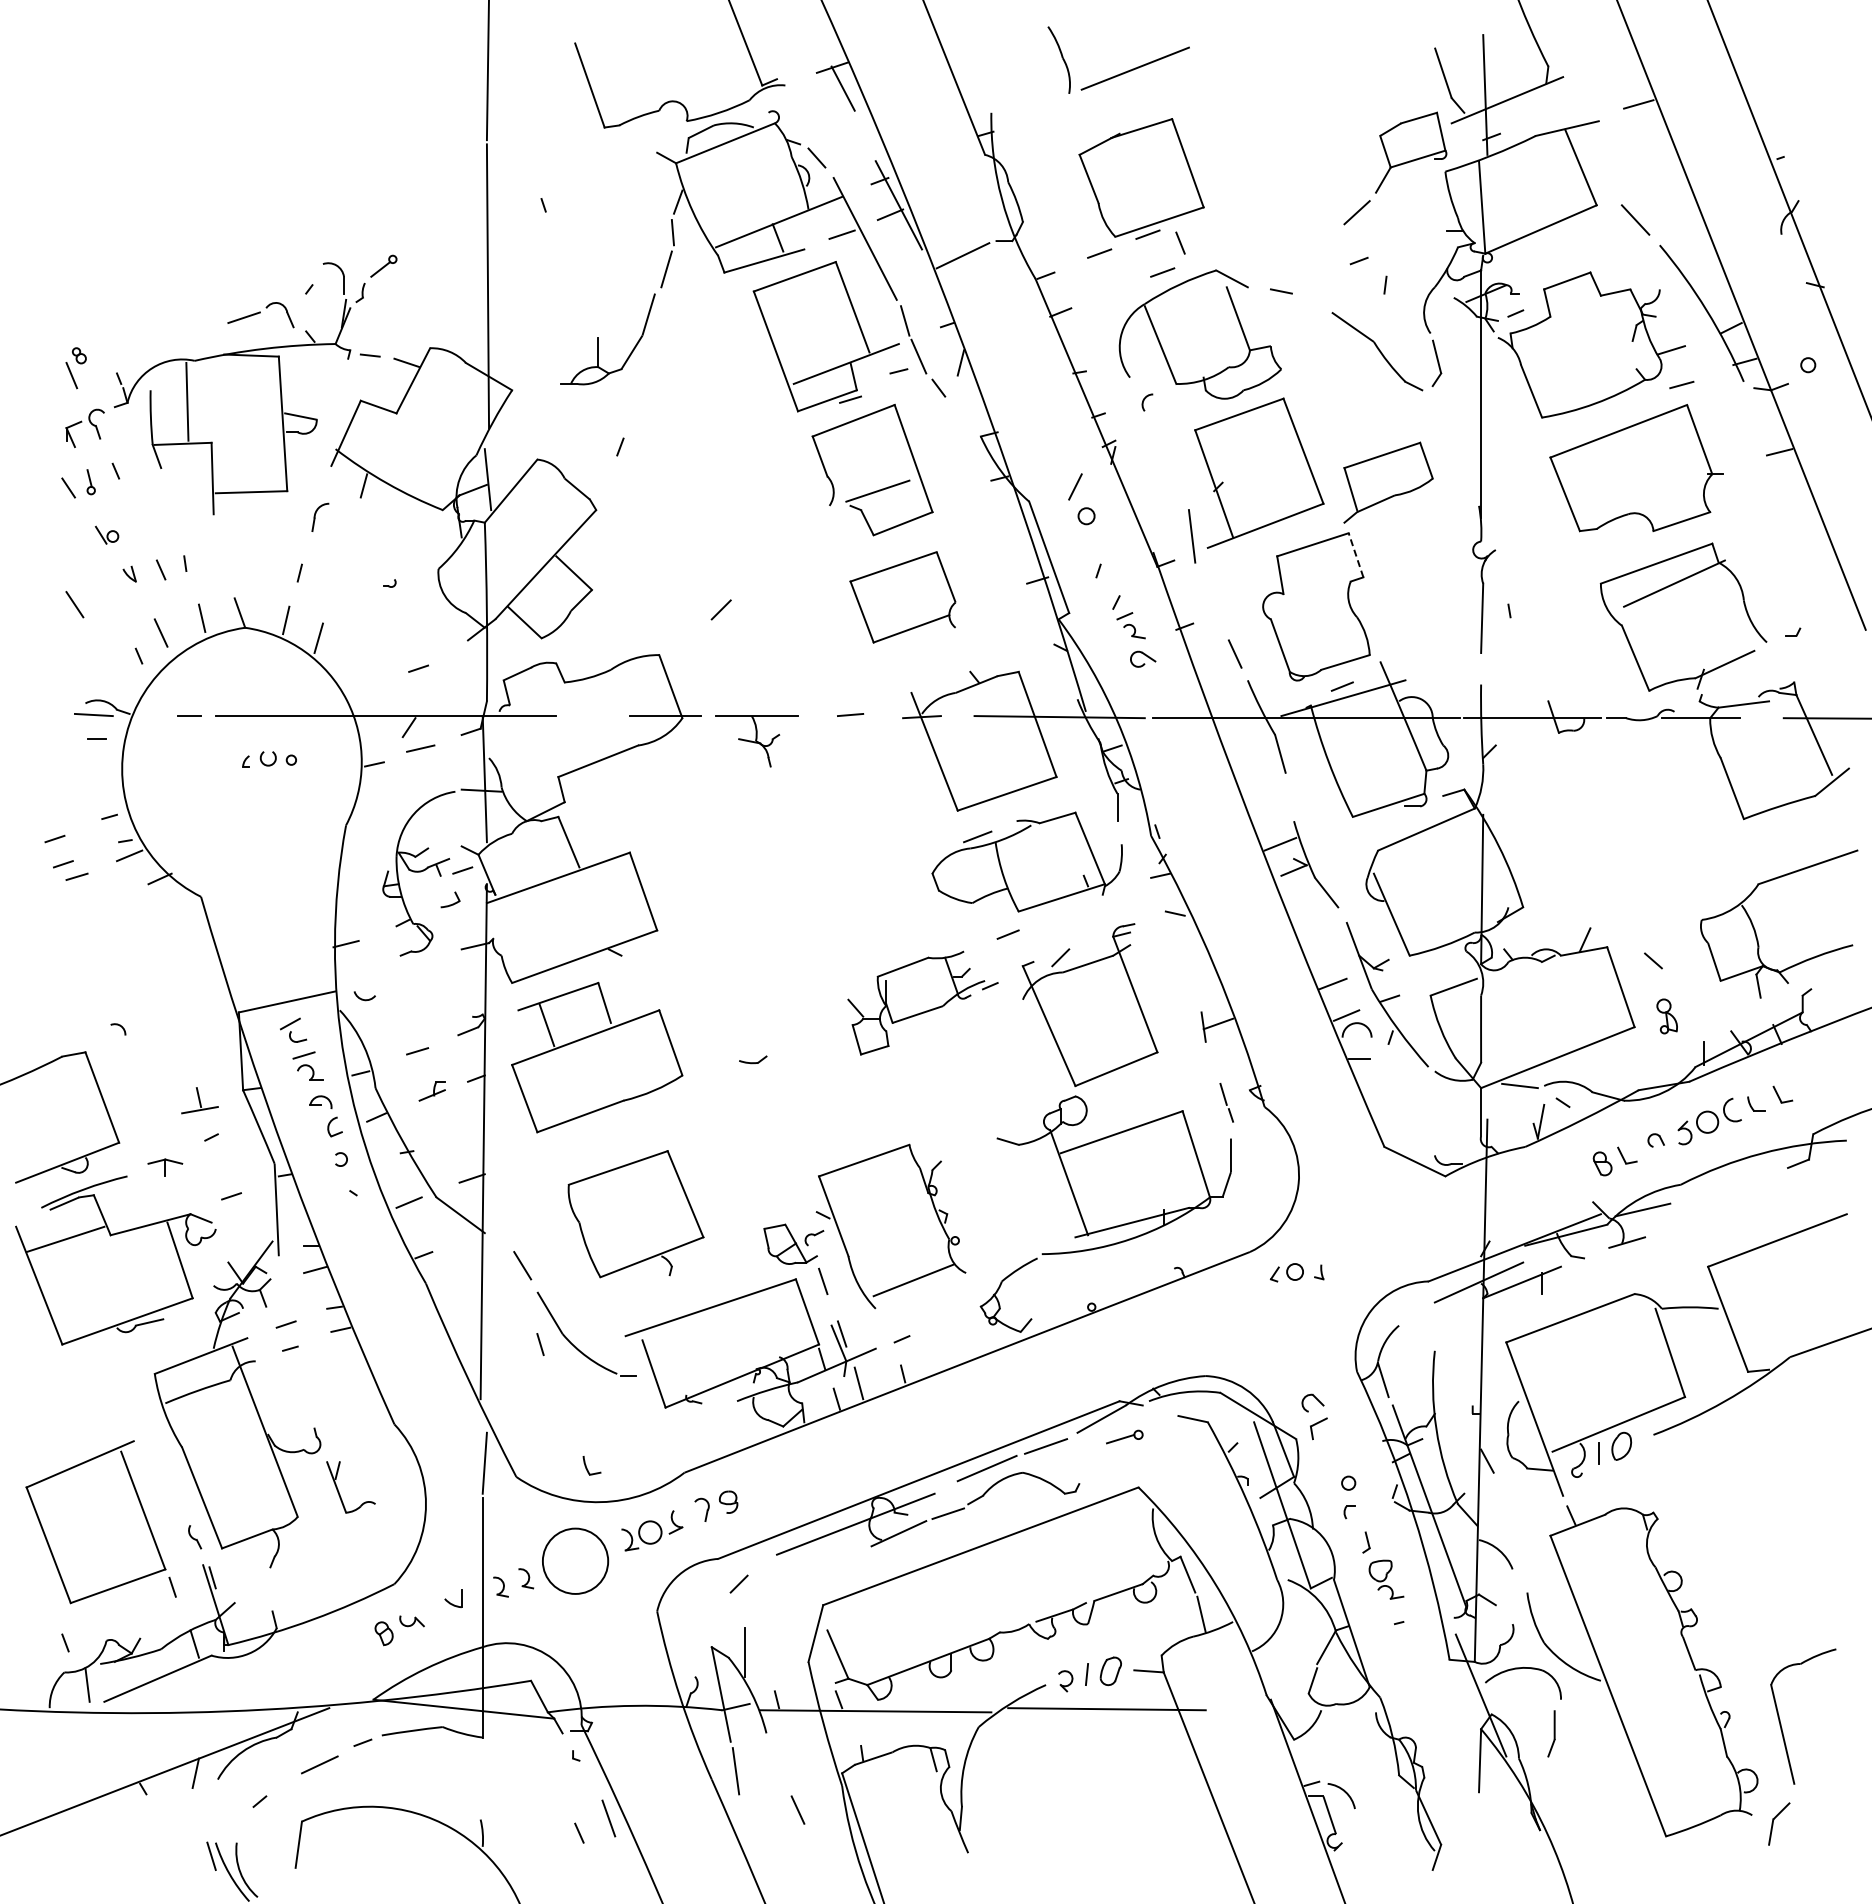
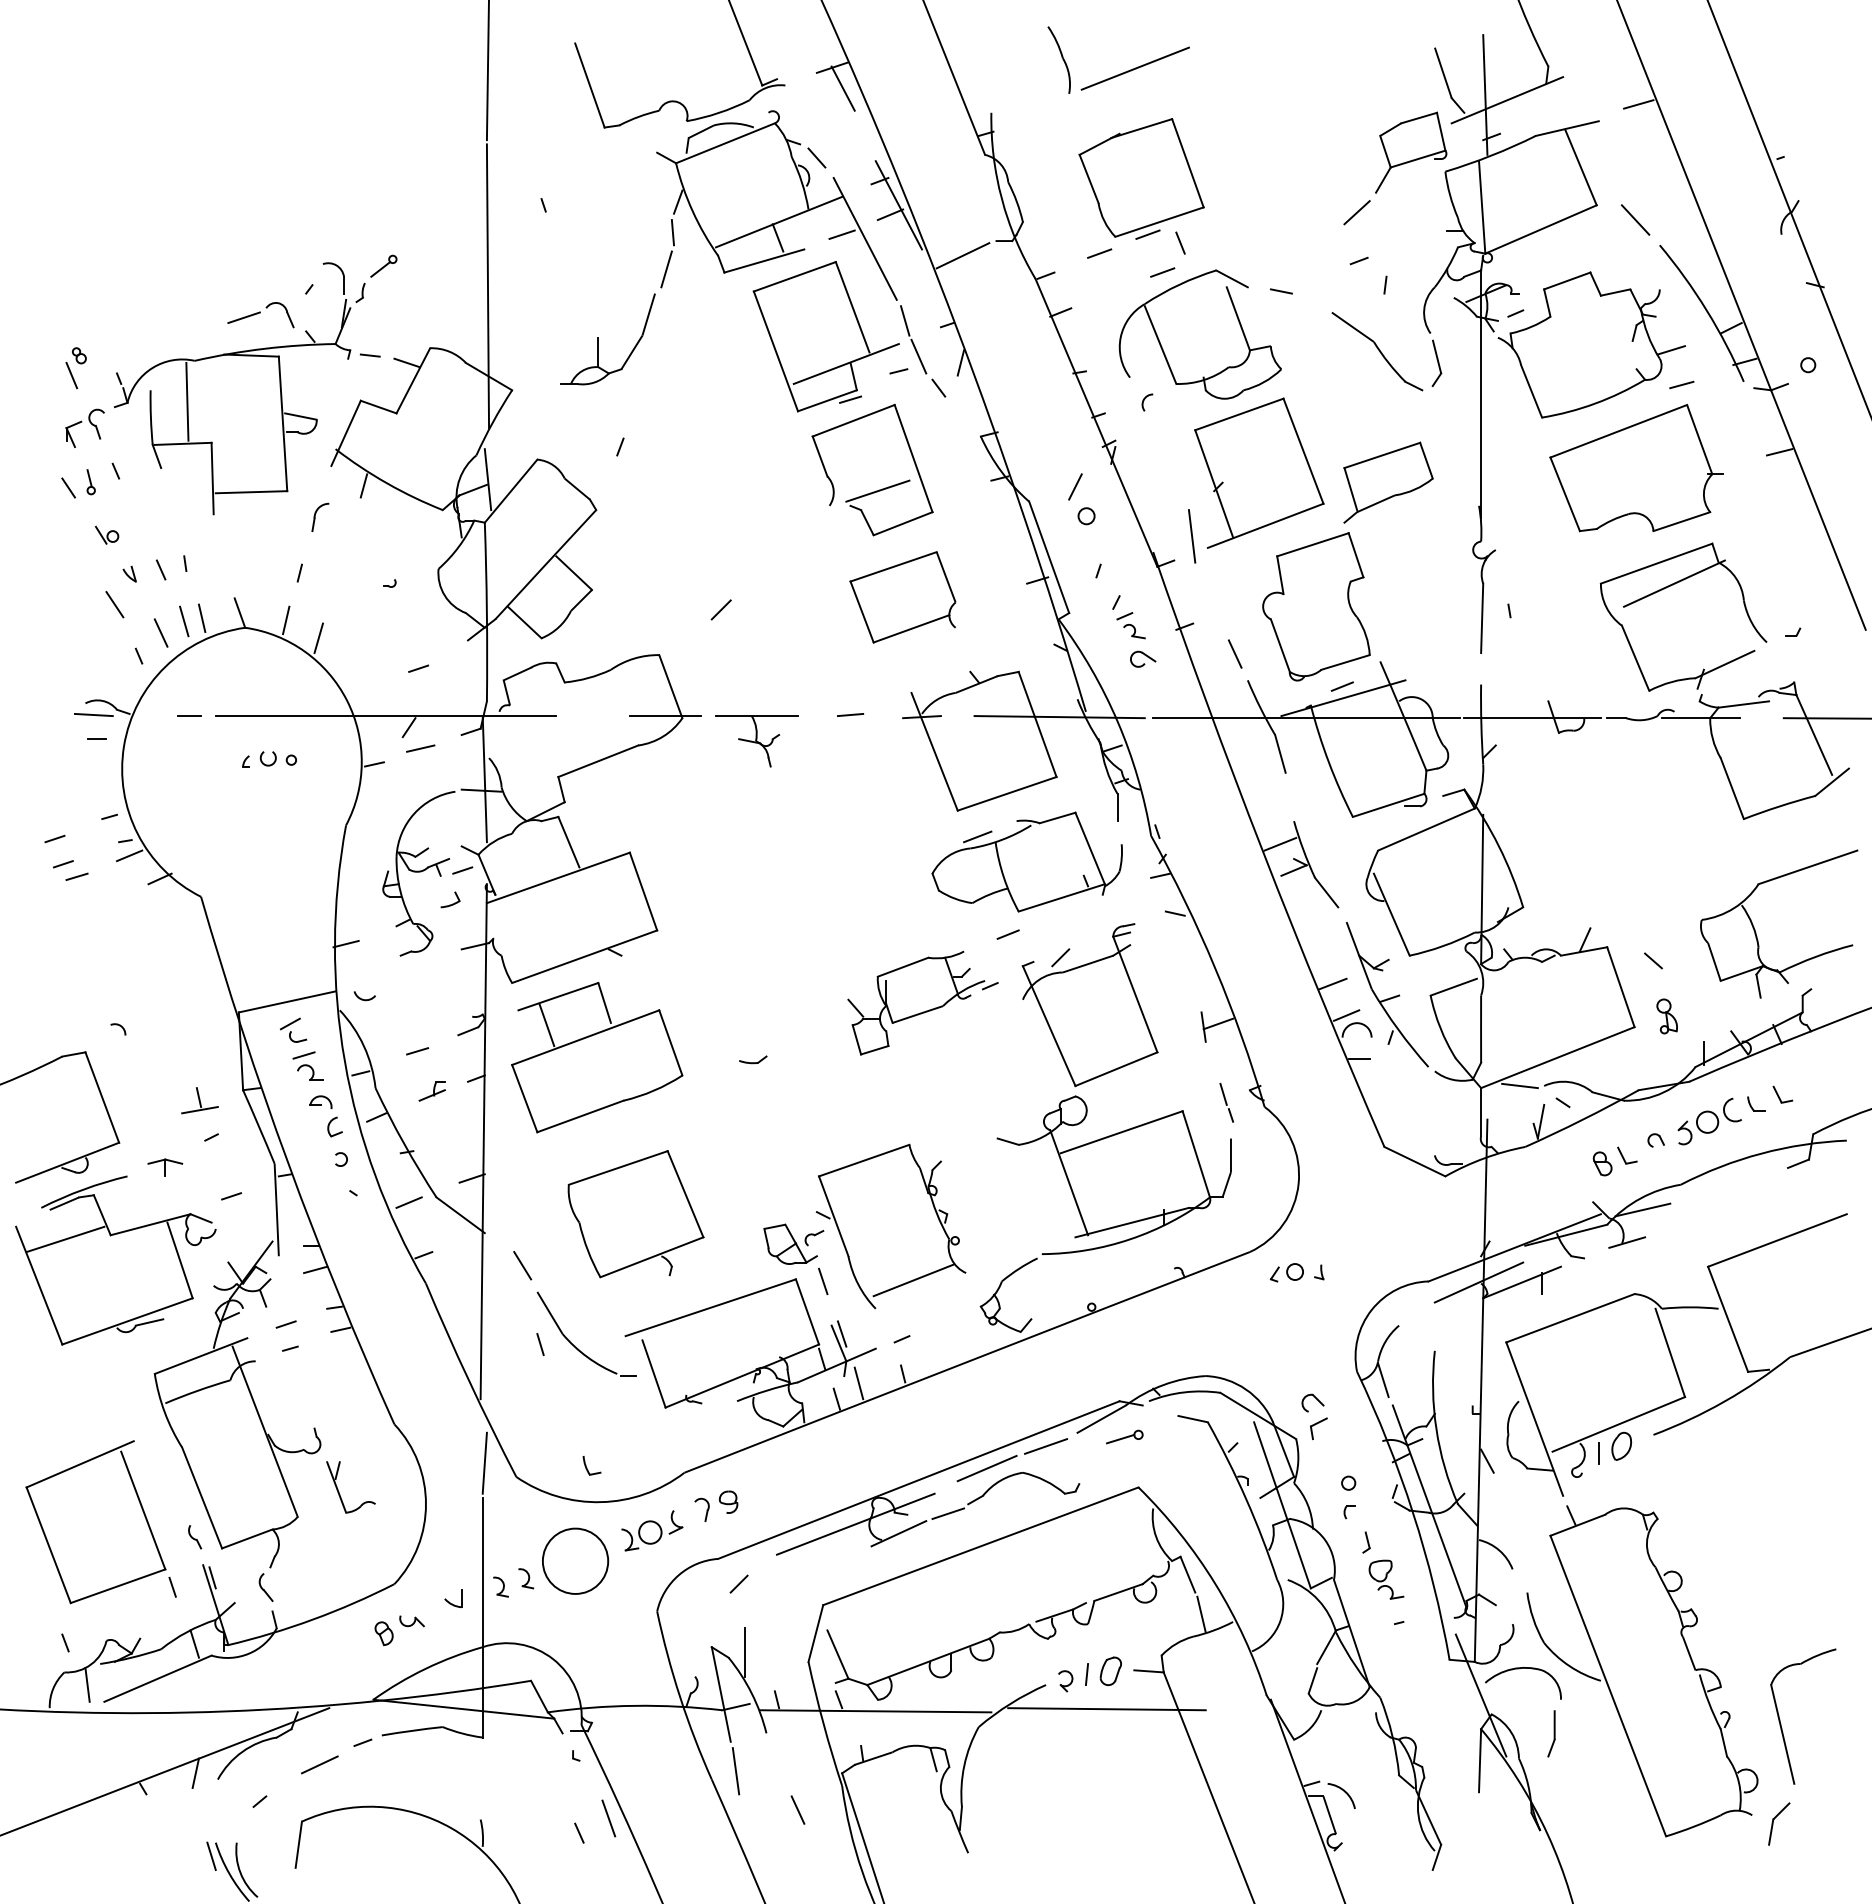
line at (1355, 554): dashed -> solid
line at (74, 604) position: (74, 604) -> (114, 604)
line at (184, 621): none -> present
part at (265, 1587): none -> present
